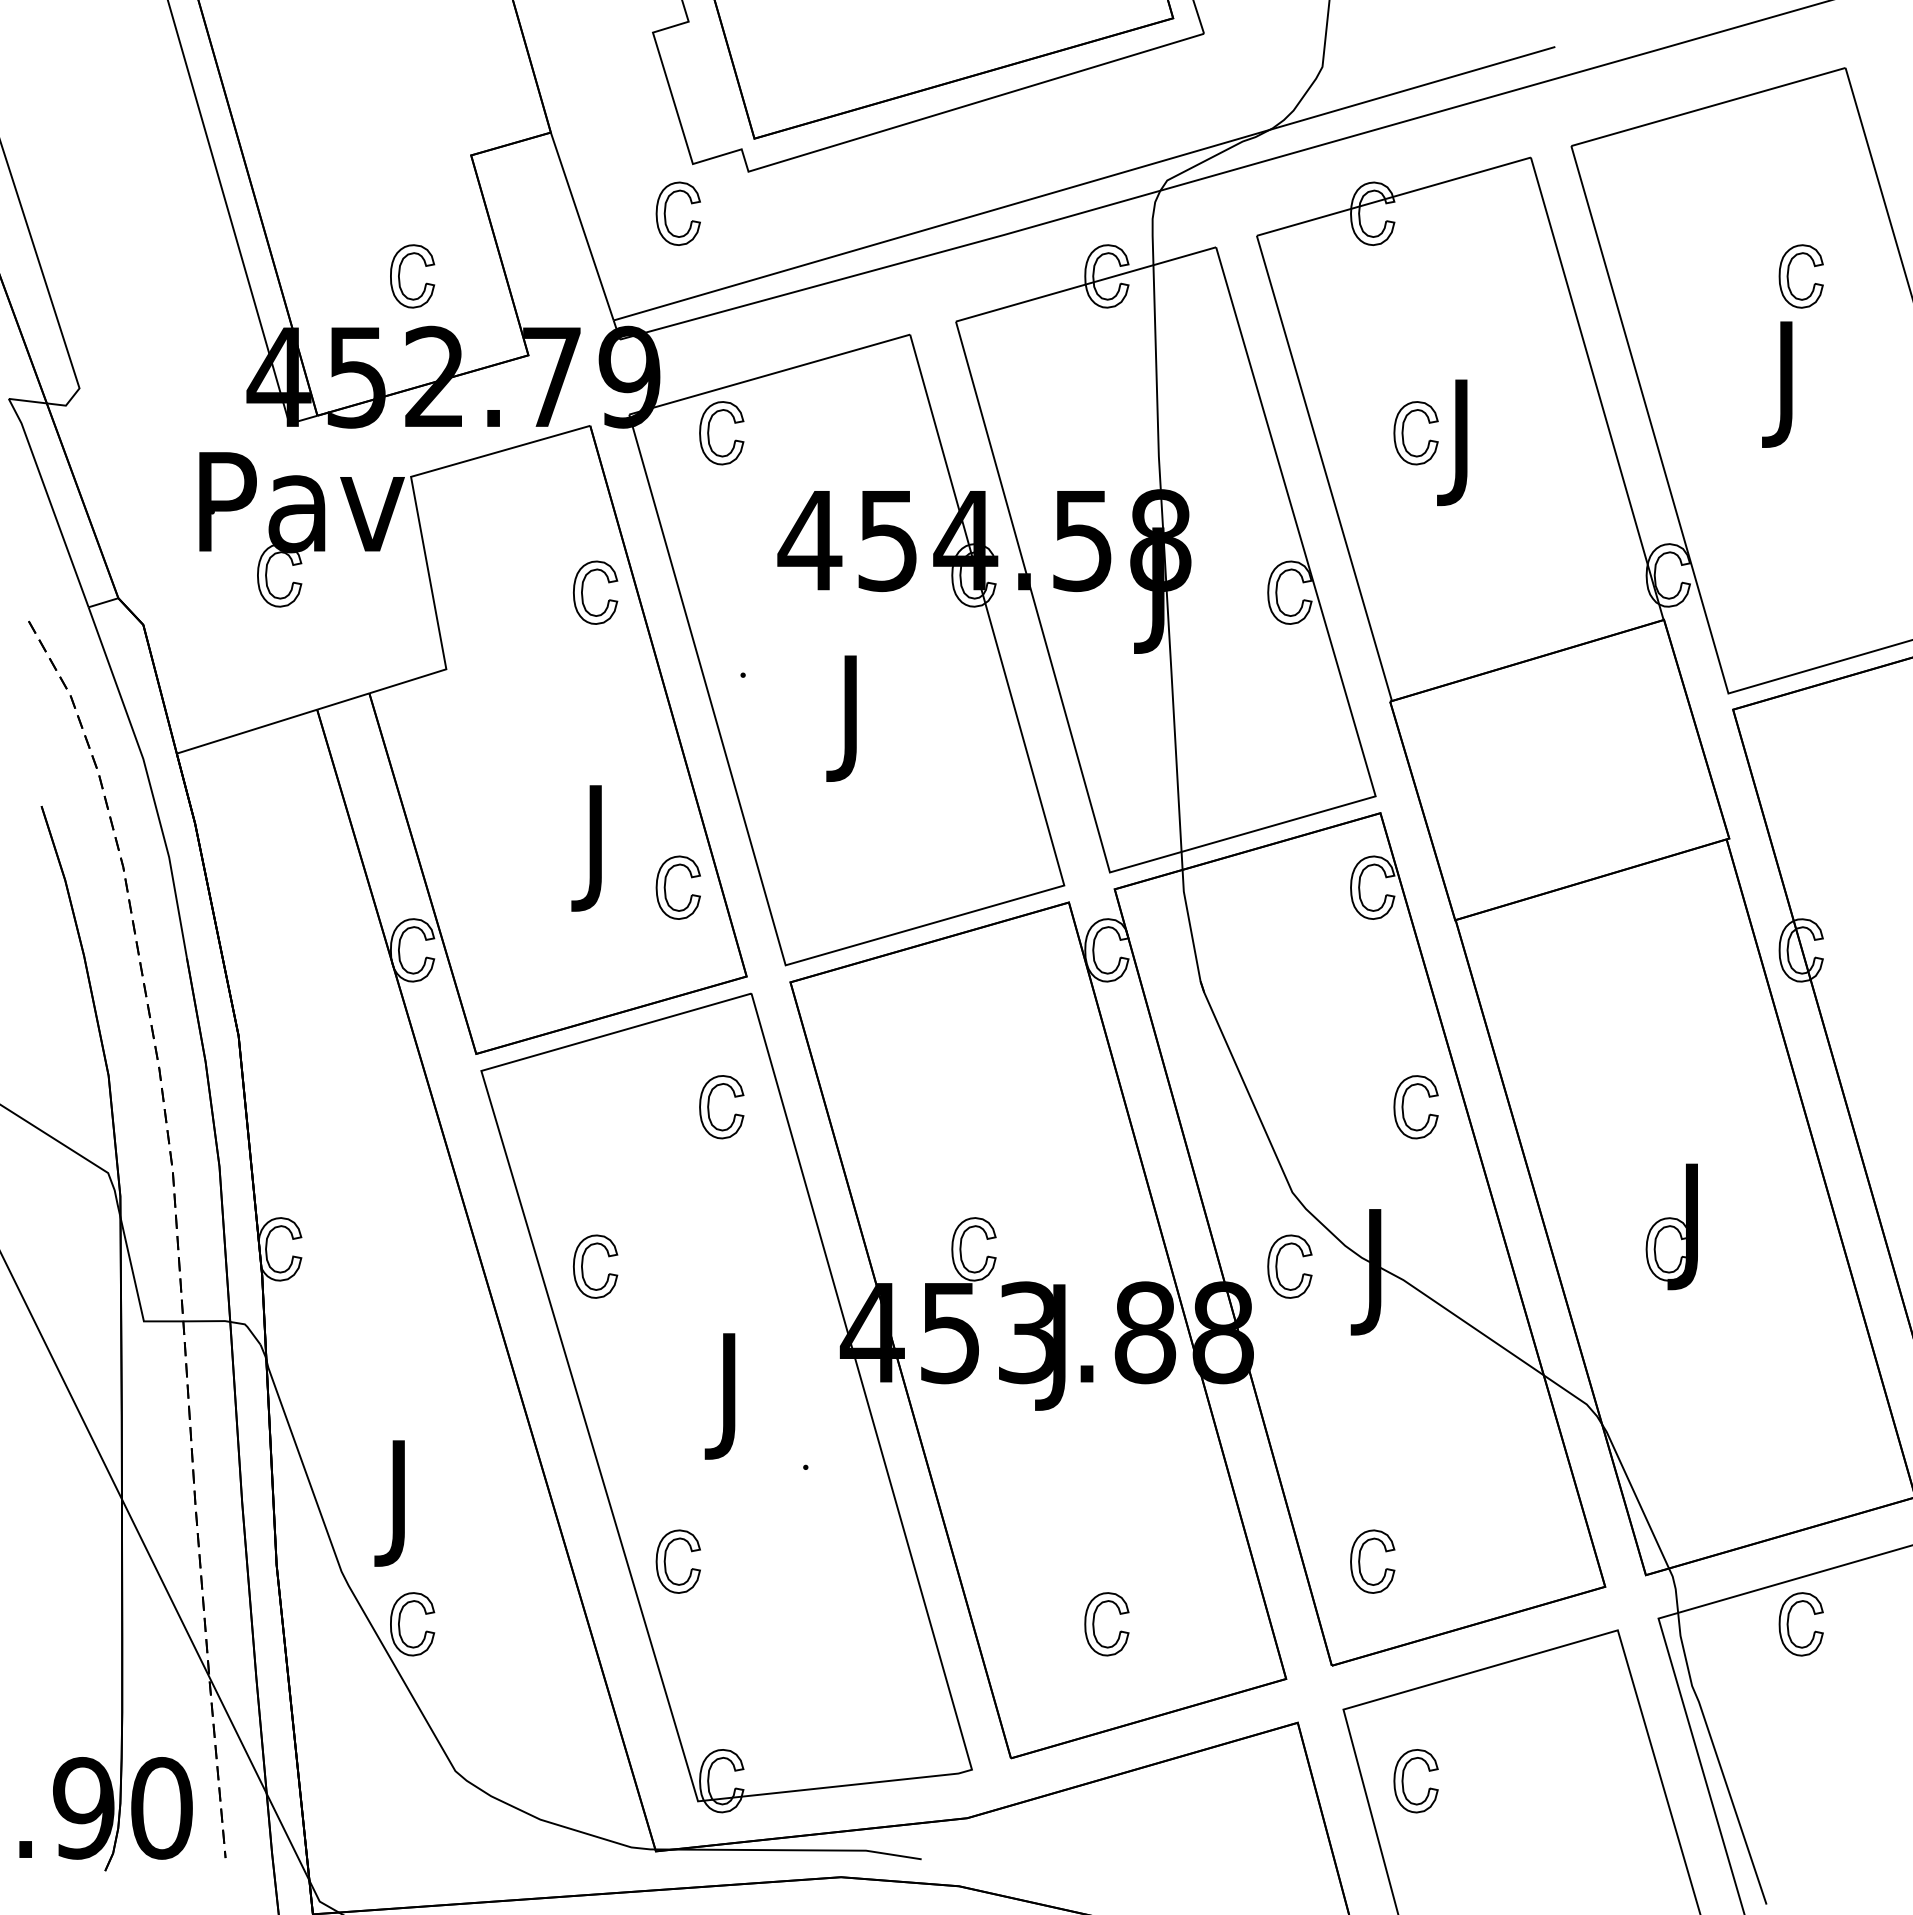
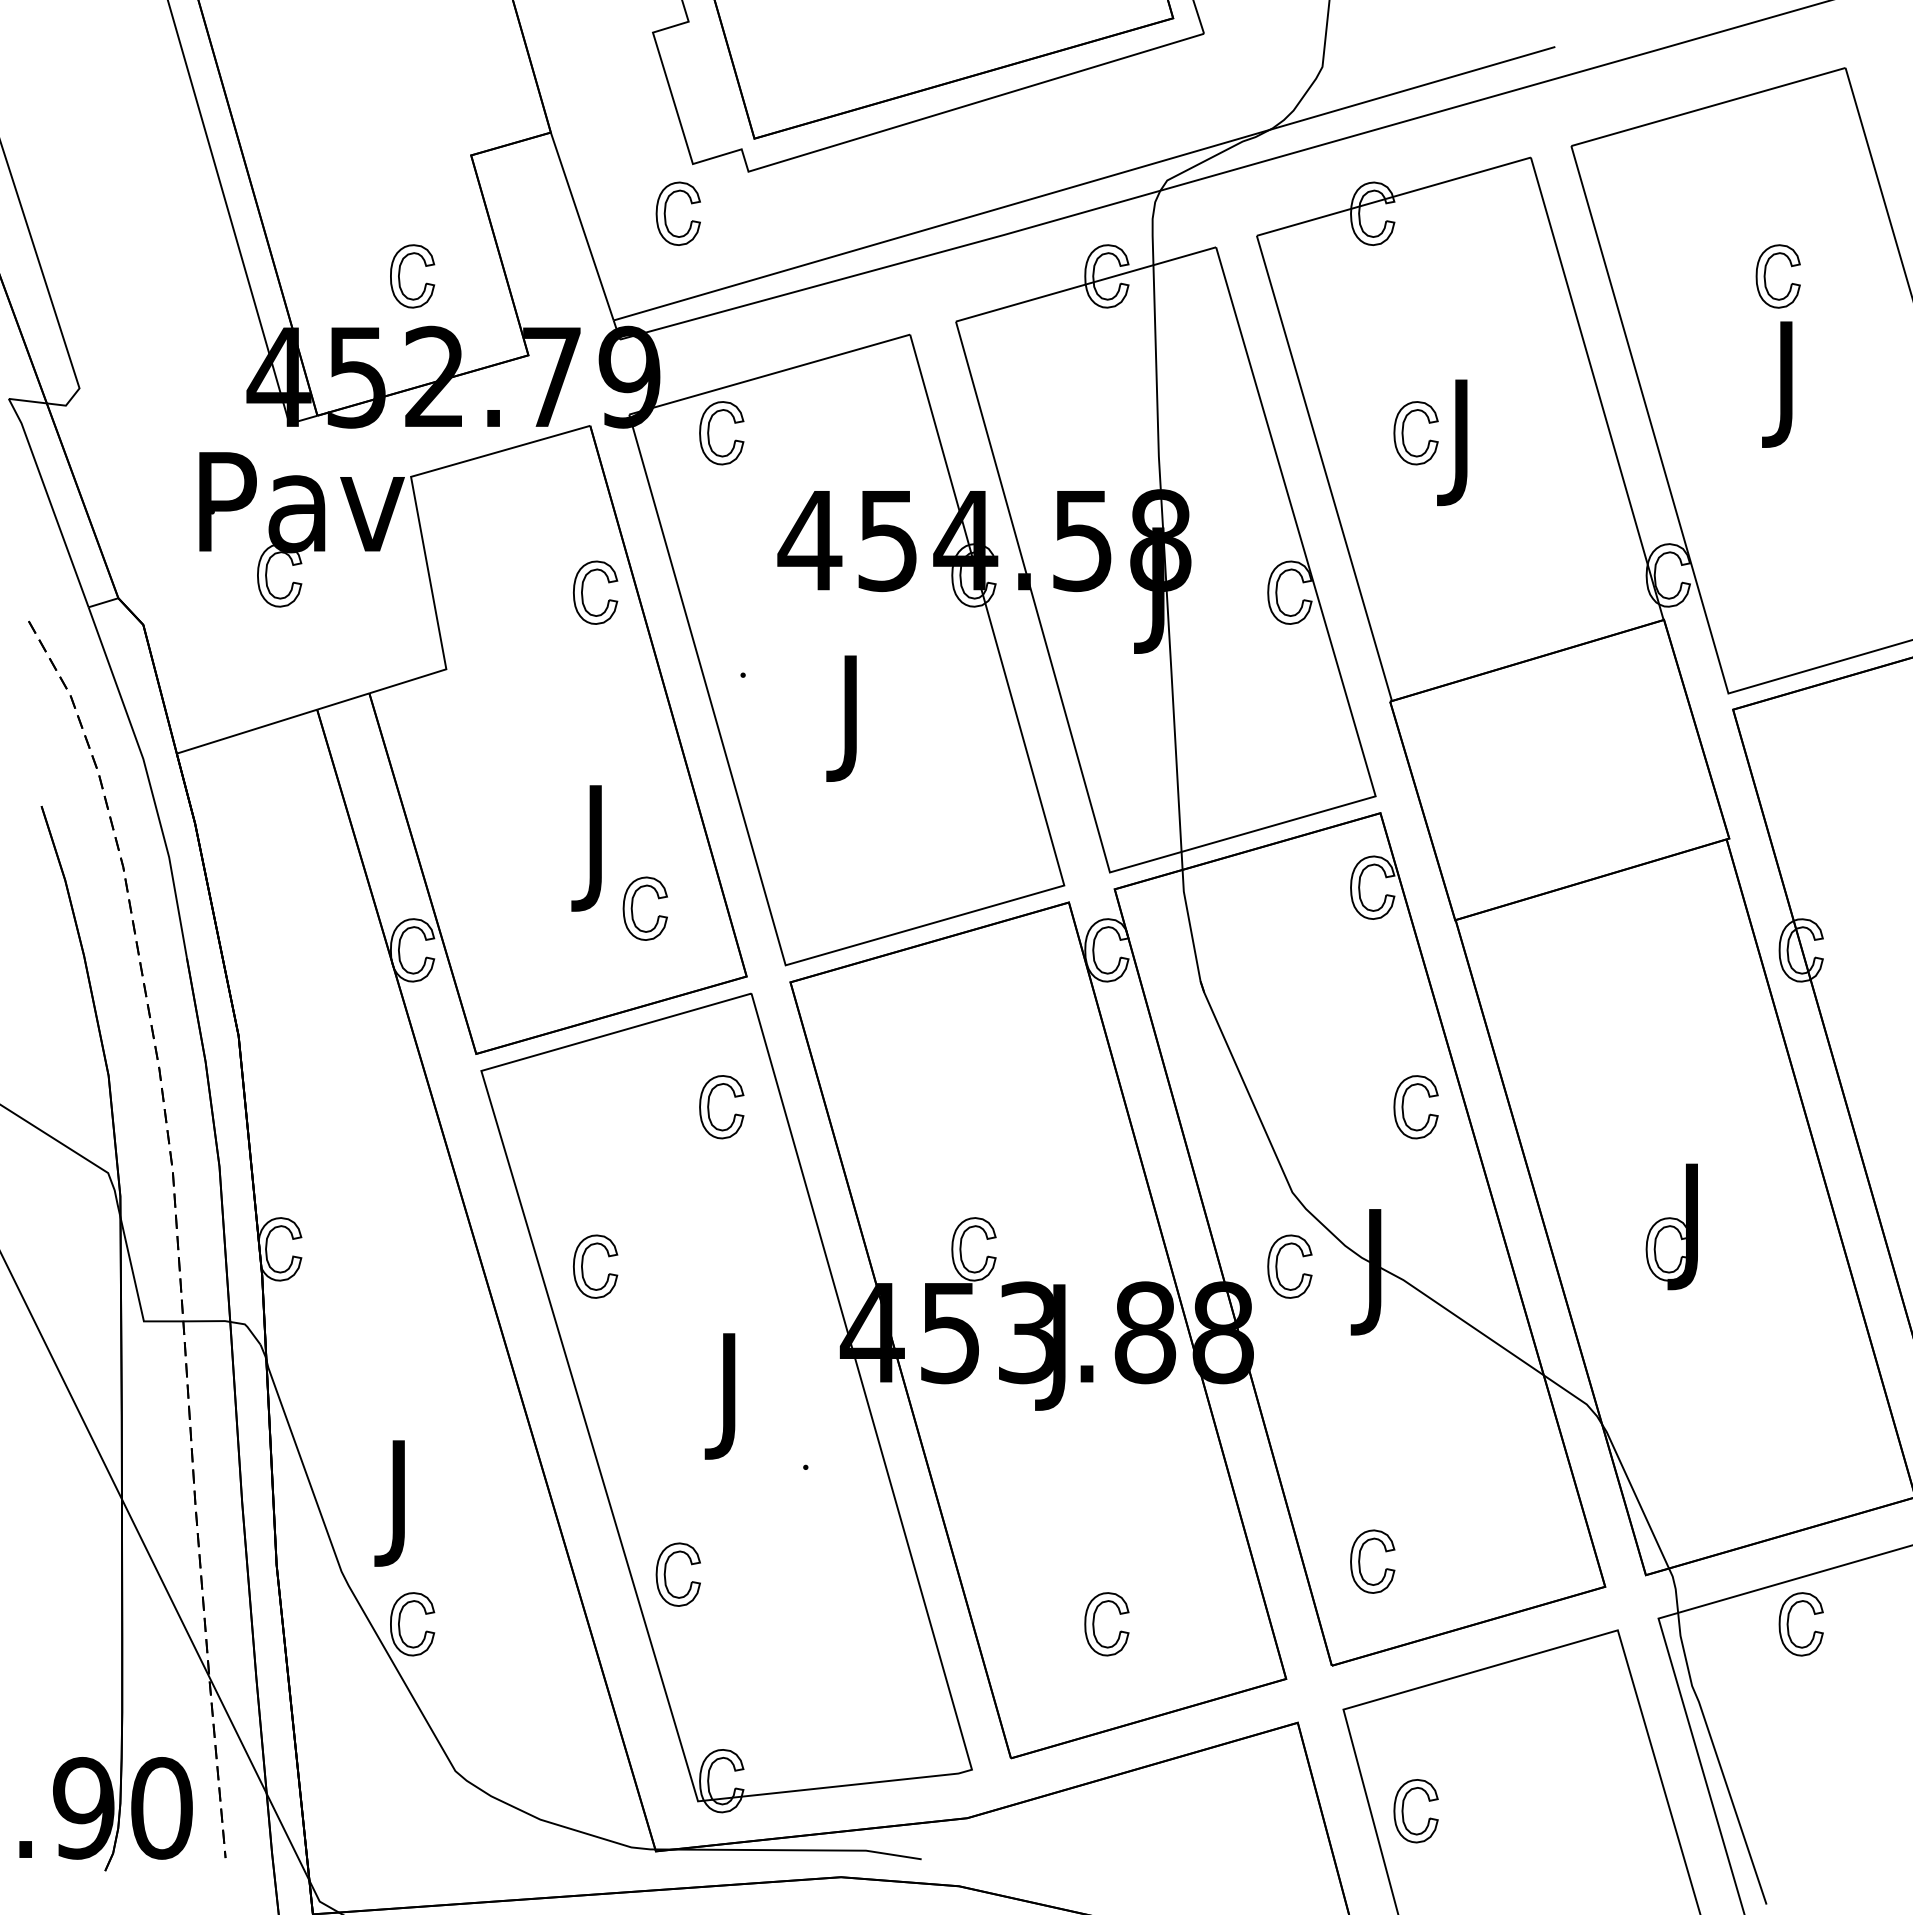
part at (1788, 276) position: (1788, 276) -> (1765, 276)
part at (665, 887) position: (665, 887) -> (632, 908)
part at (665, 1561) position: (665, 1561) -> (665, 1574)
part at (1403, 1781) position: (1403, 1781) -> (1403, 1811)
